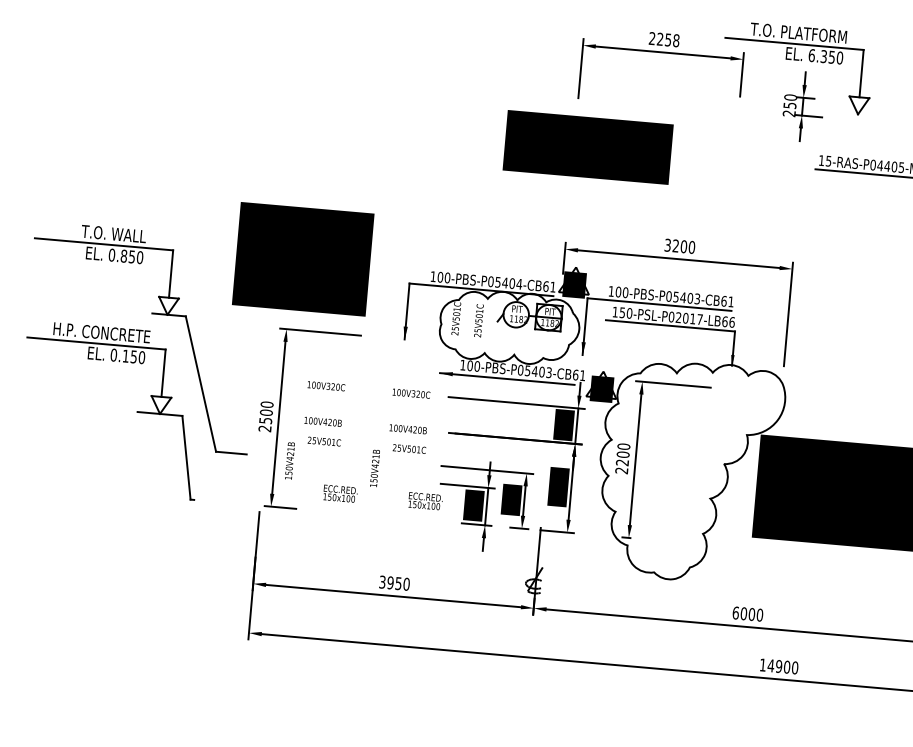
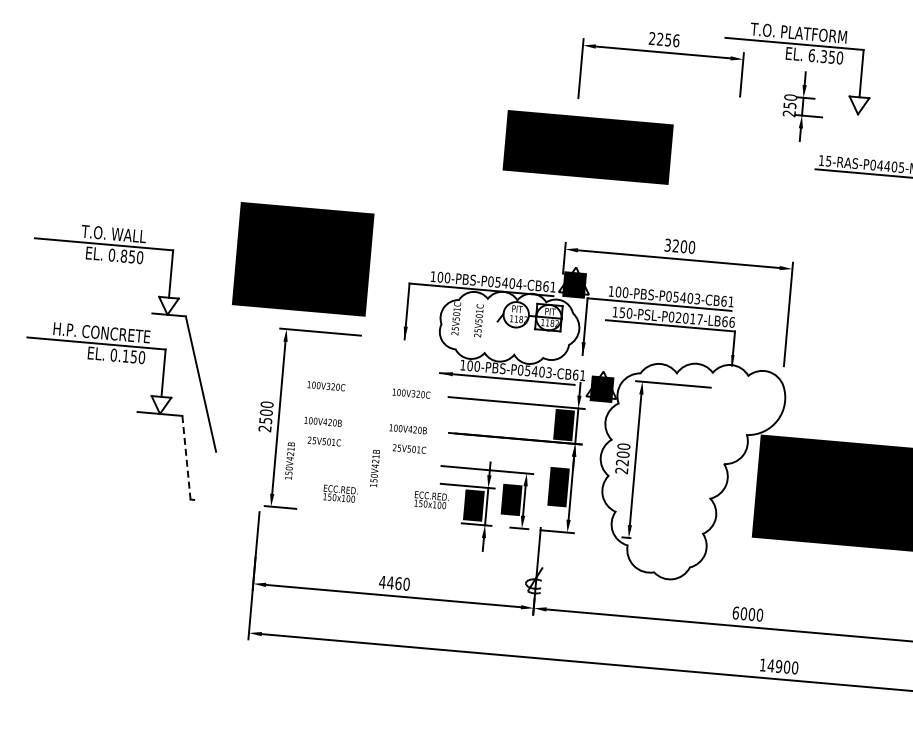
text at (676, 40): 2258 -> 2256
line at (231, 452): present -> none
line at (186, 457): solid -> dashed
text at (425, 501) position: (425, 501) -> (431, 500)
text at (390, 582): 3950 -> 4460
